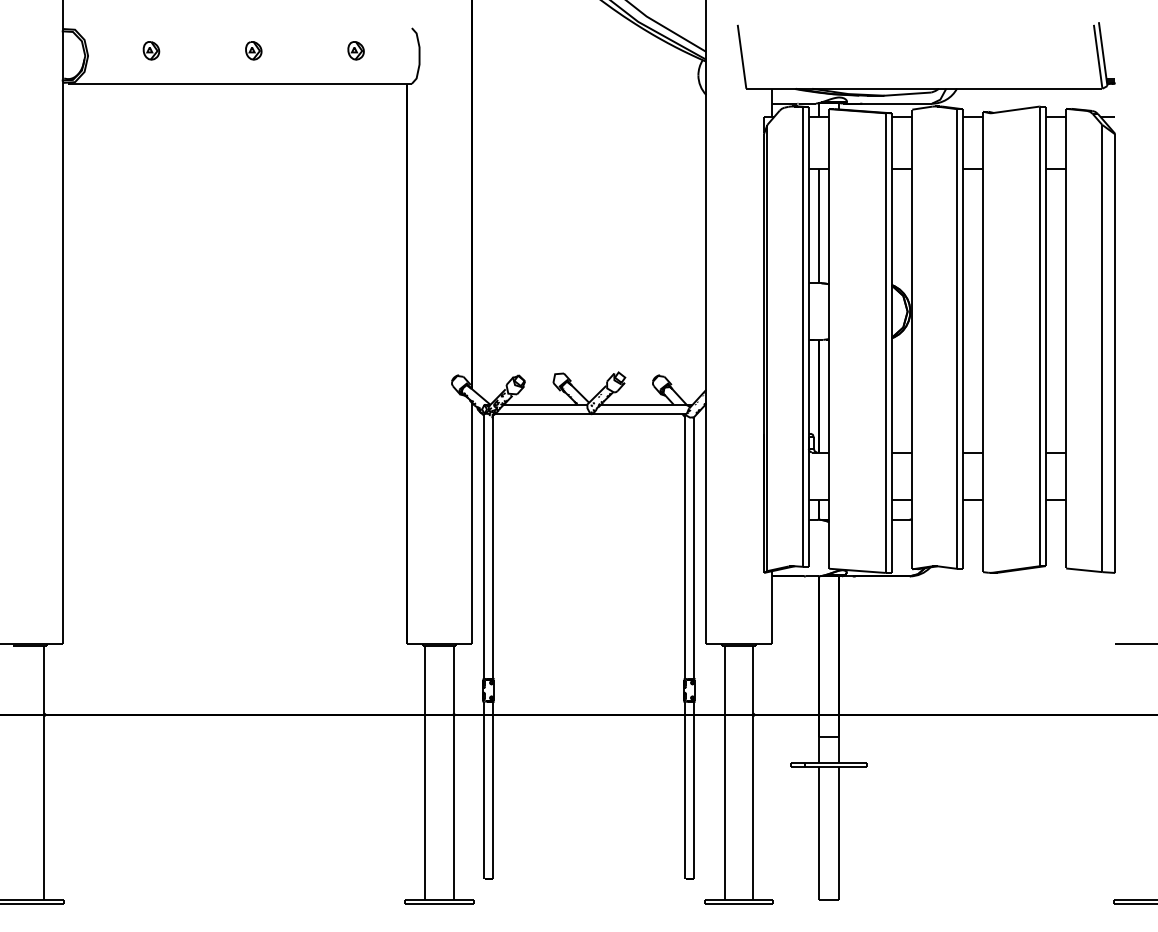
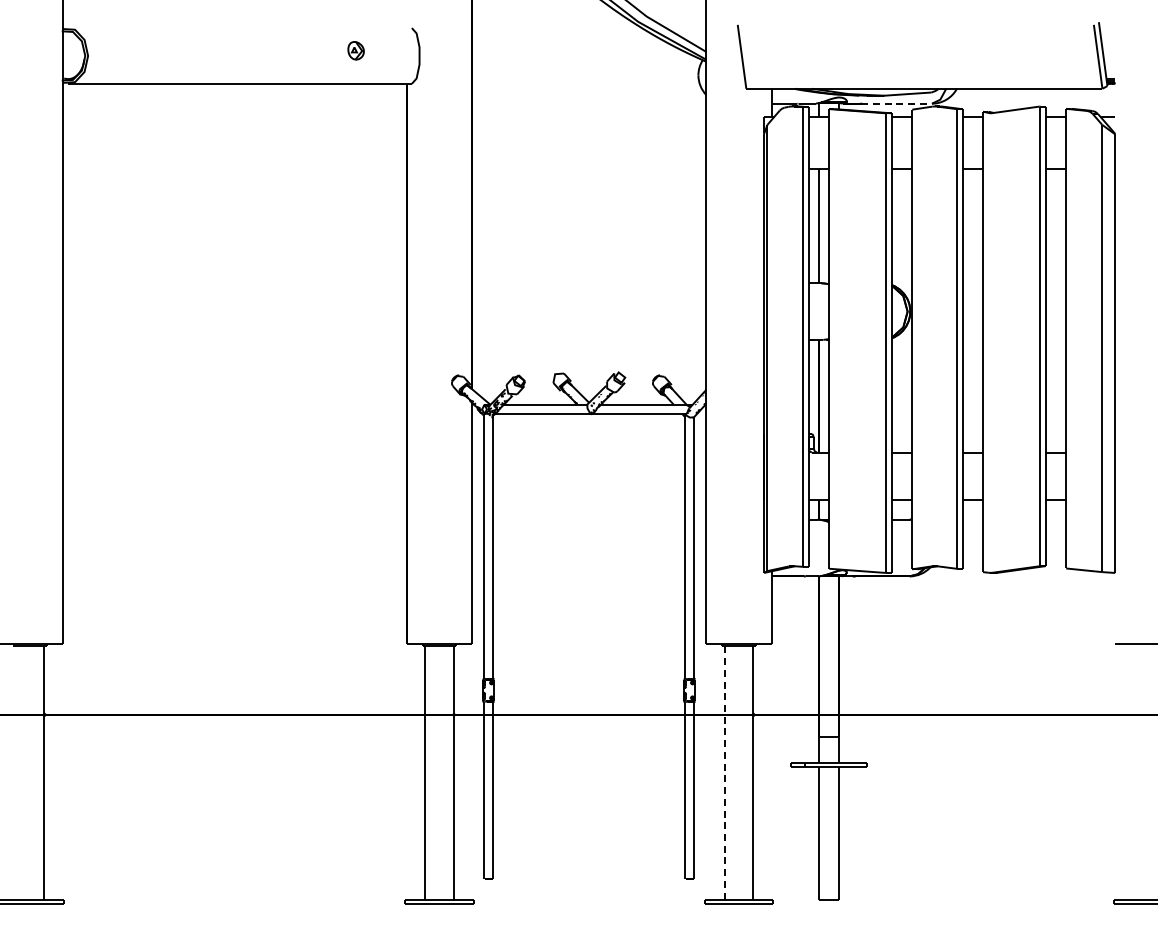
part at (151, 50): present -> none
part at (253, 50): present -> none
line at (897, 103): solid -> dashed
line at (724, 773): solid -> dashed
